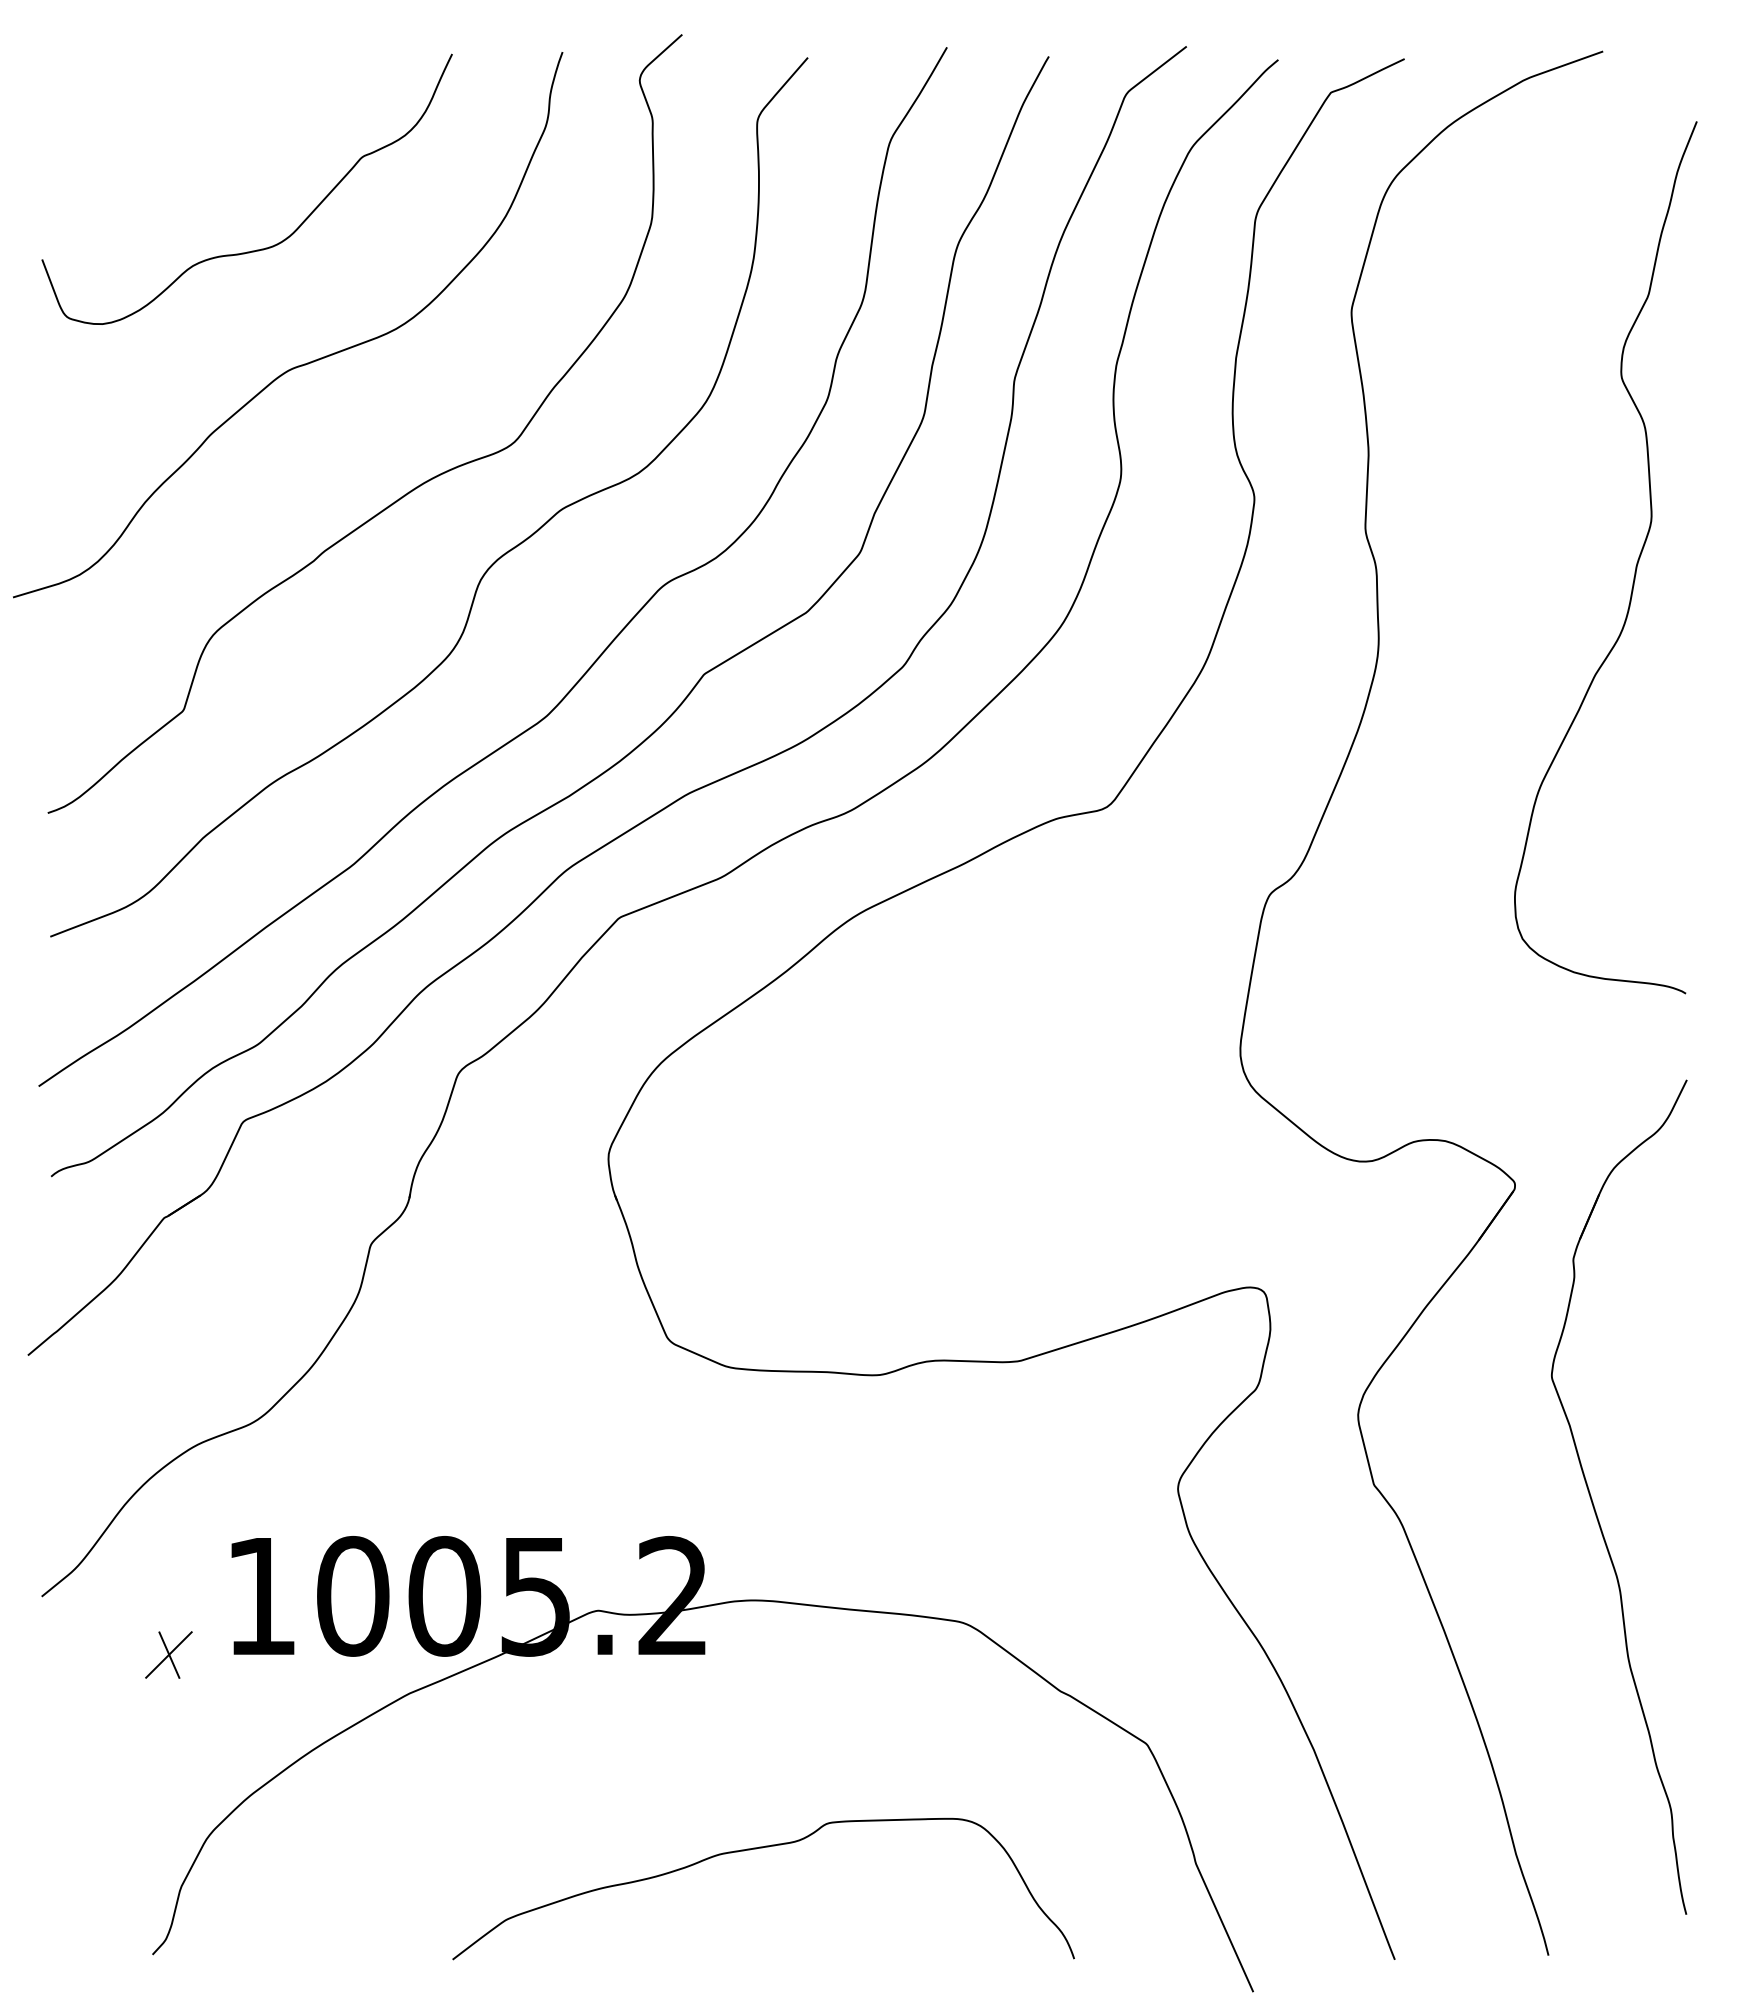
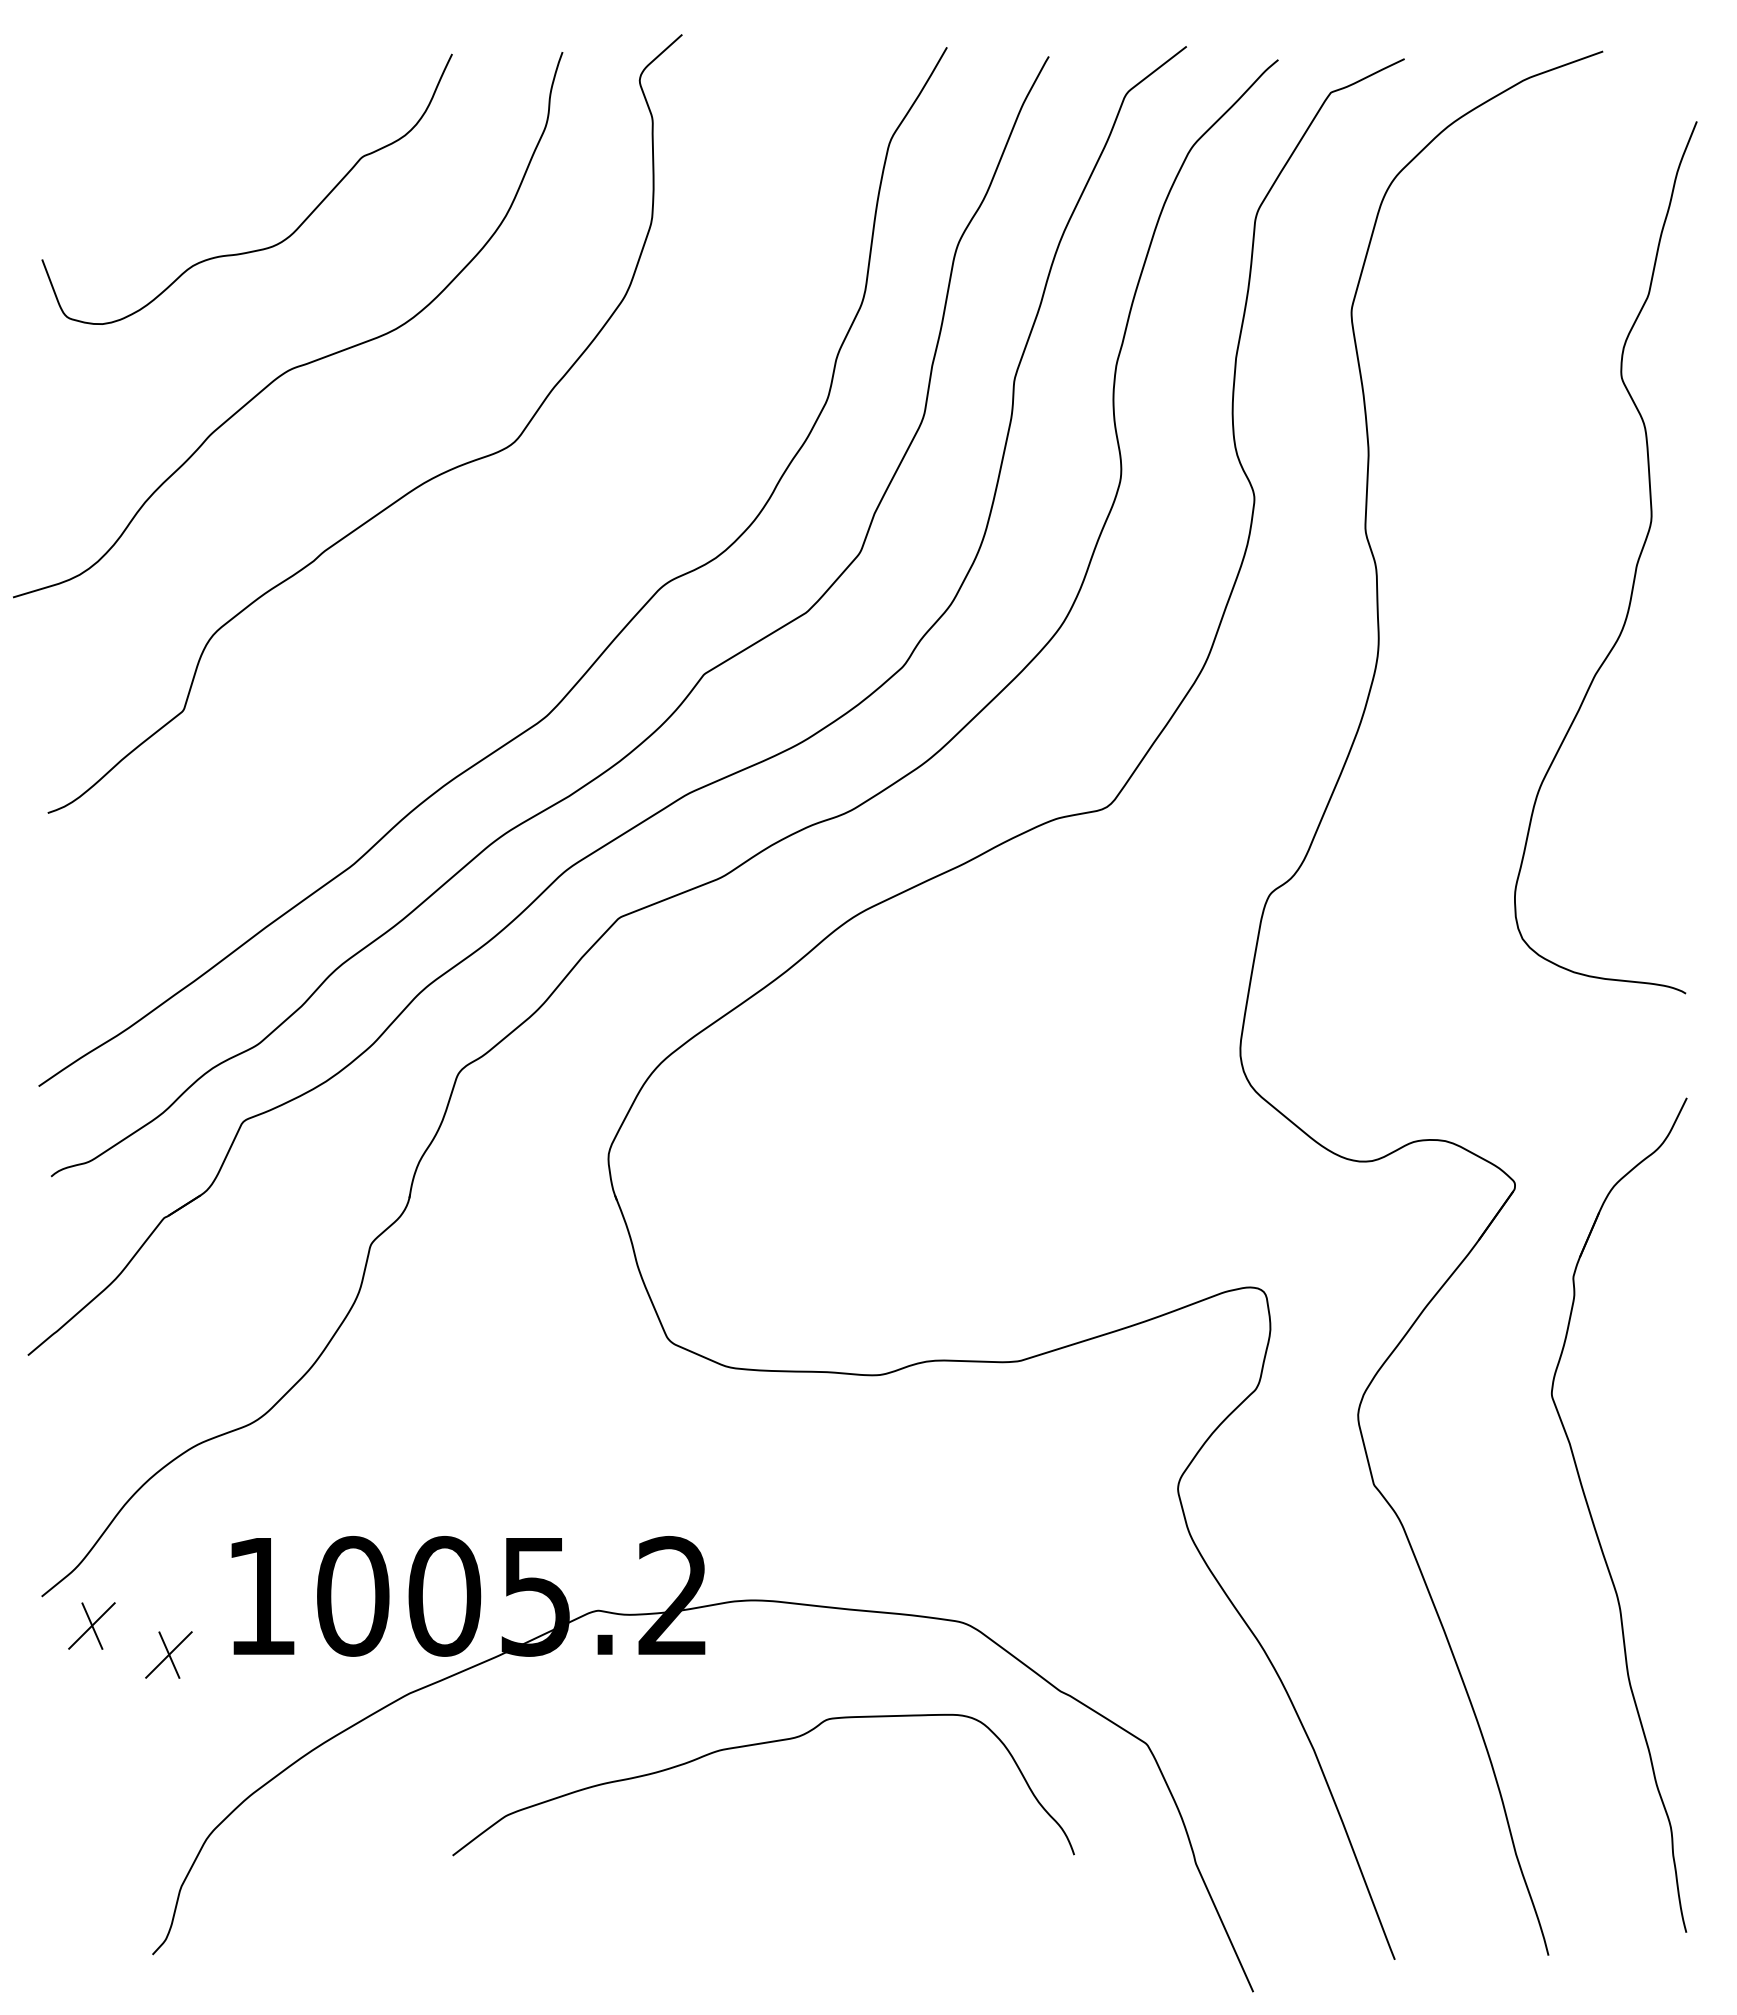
curve at (494, 561): present -> none
part at (1594, 1505) position: (1594, 1505) -> (1594, 1523)
part at (91, 1625): none -> present
curve at (756, 1849) position: (756, 1849) -> (756, 1745)
